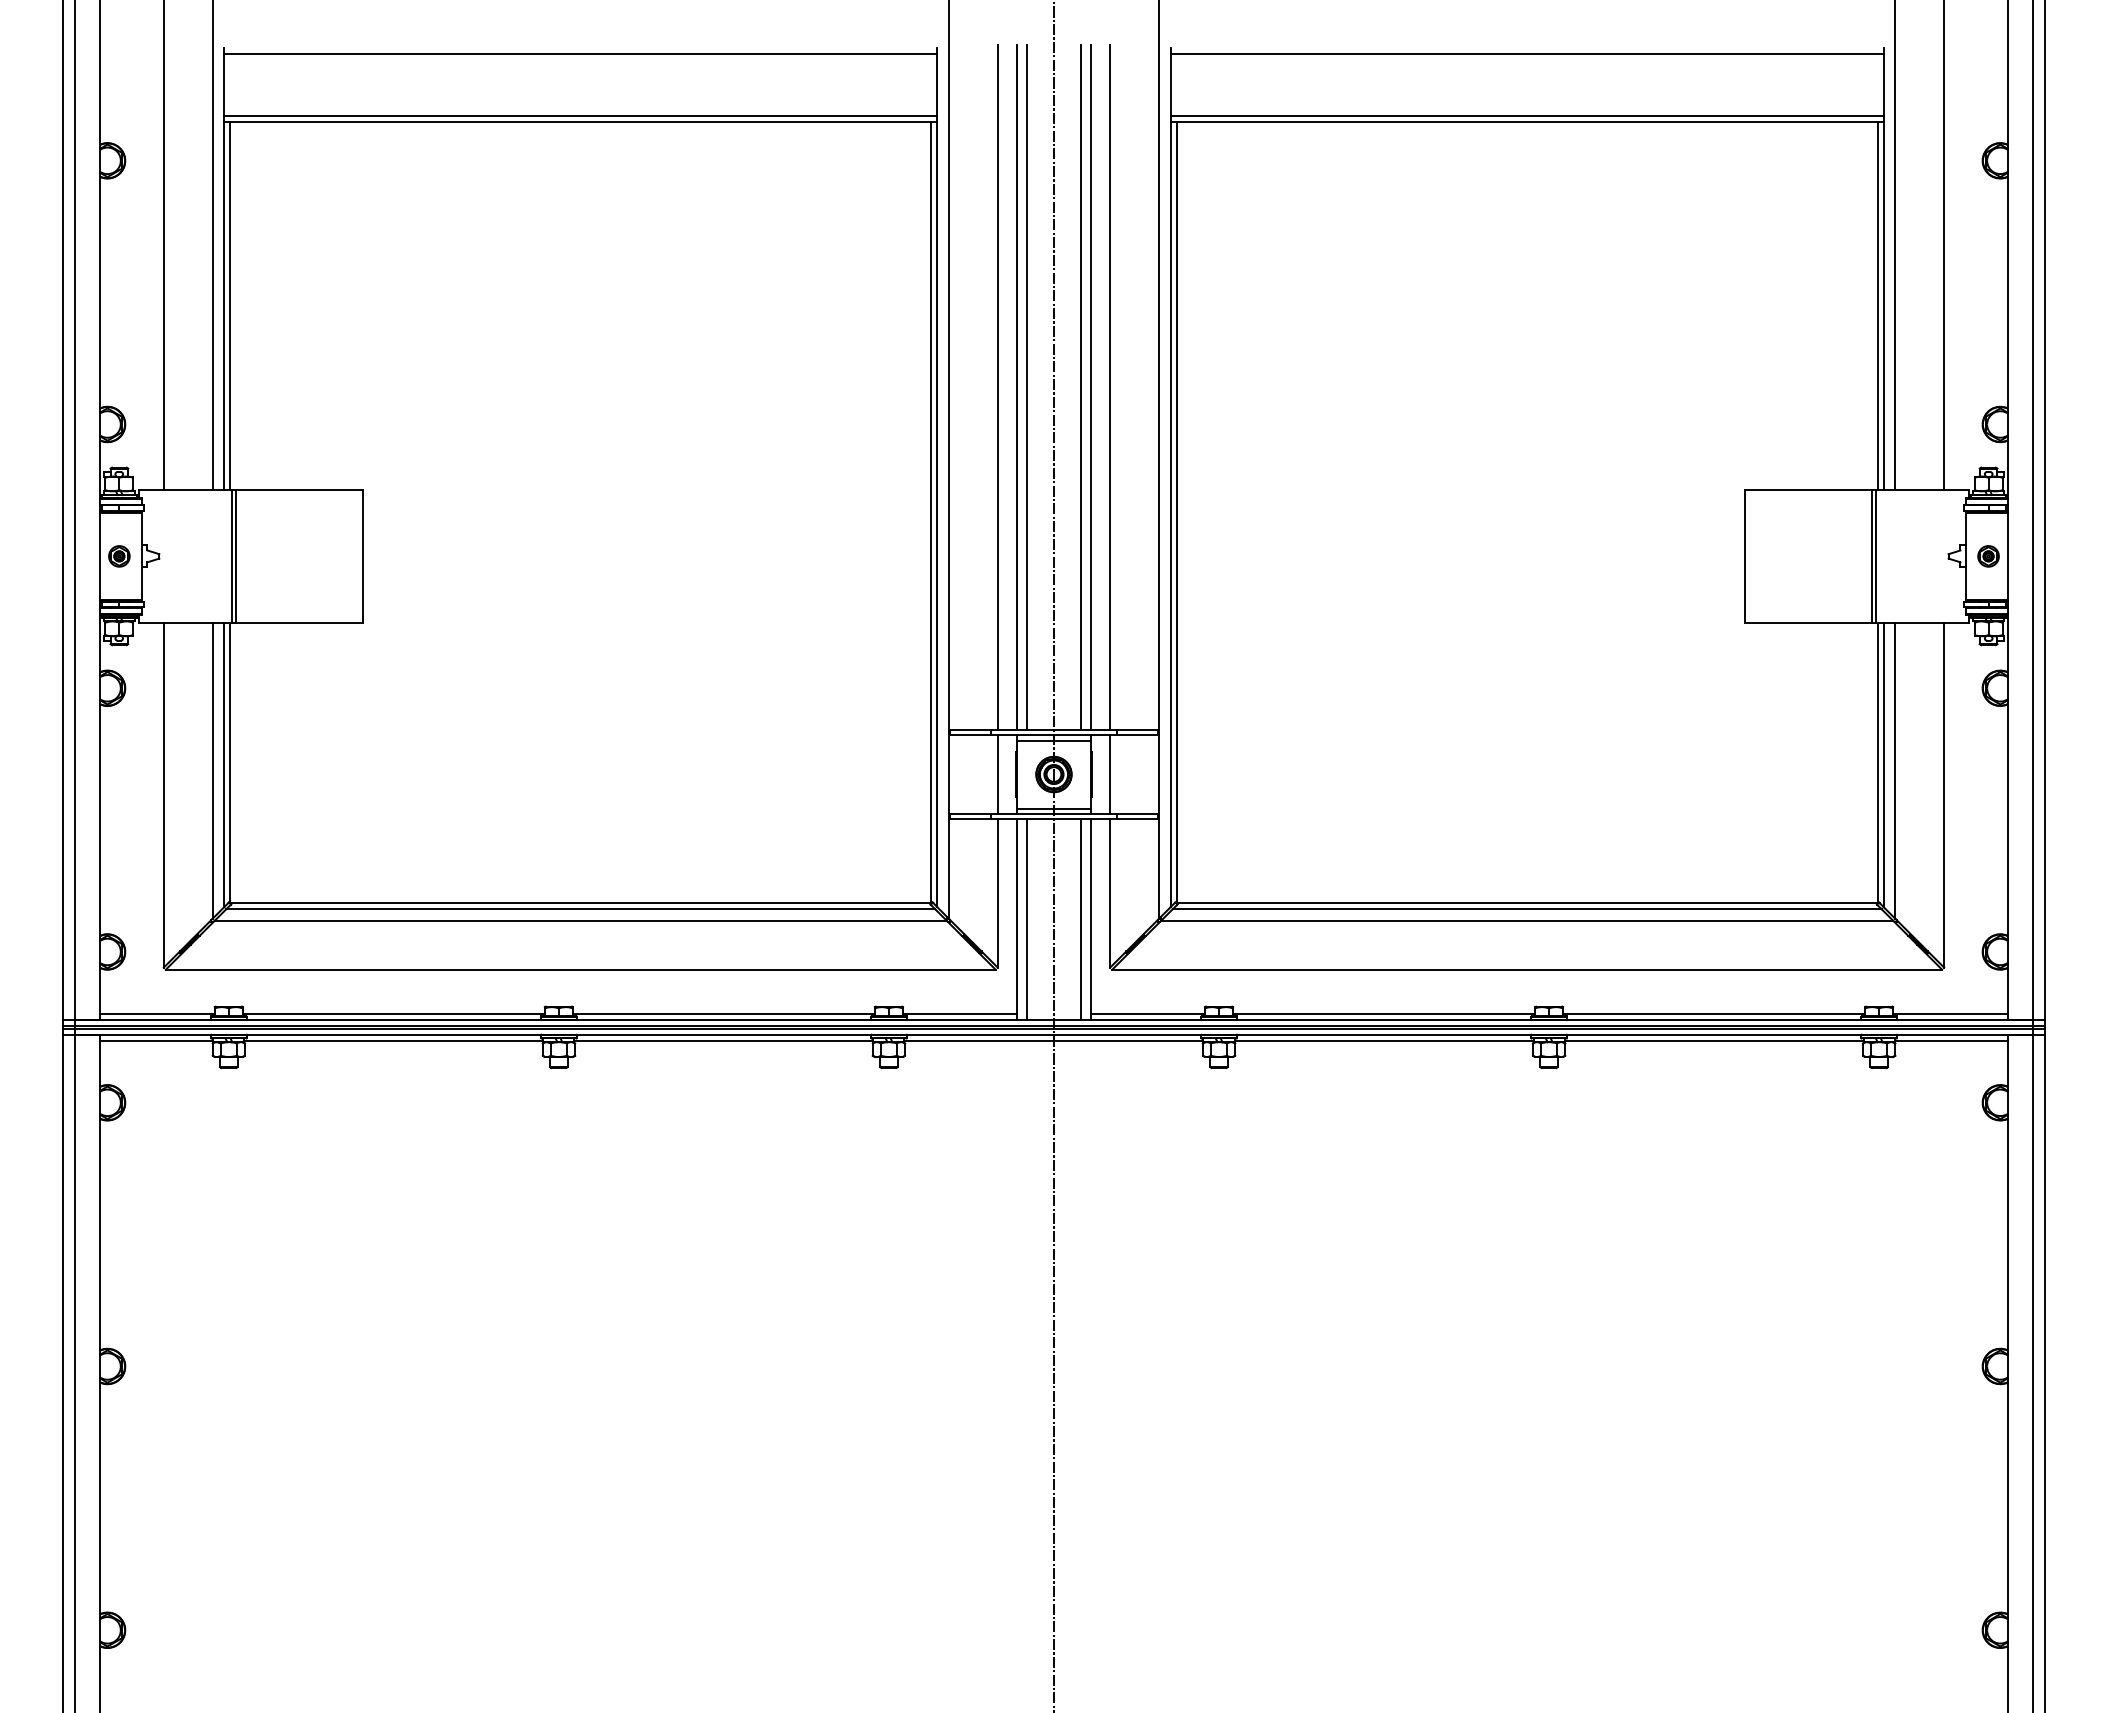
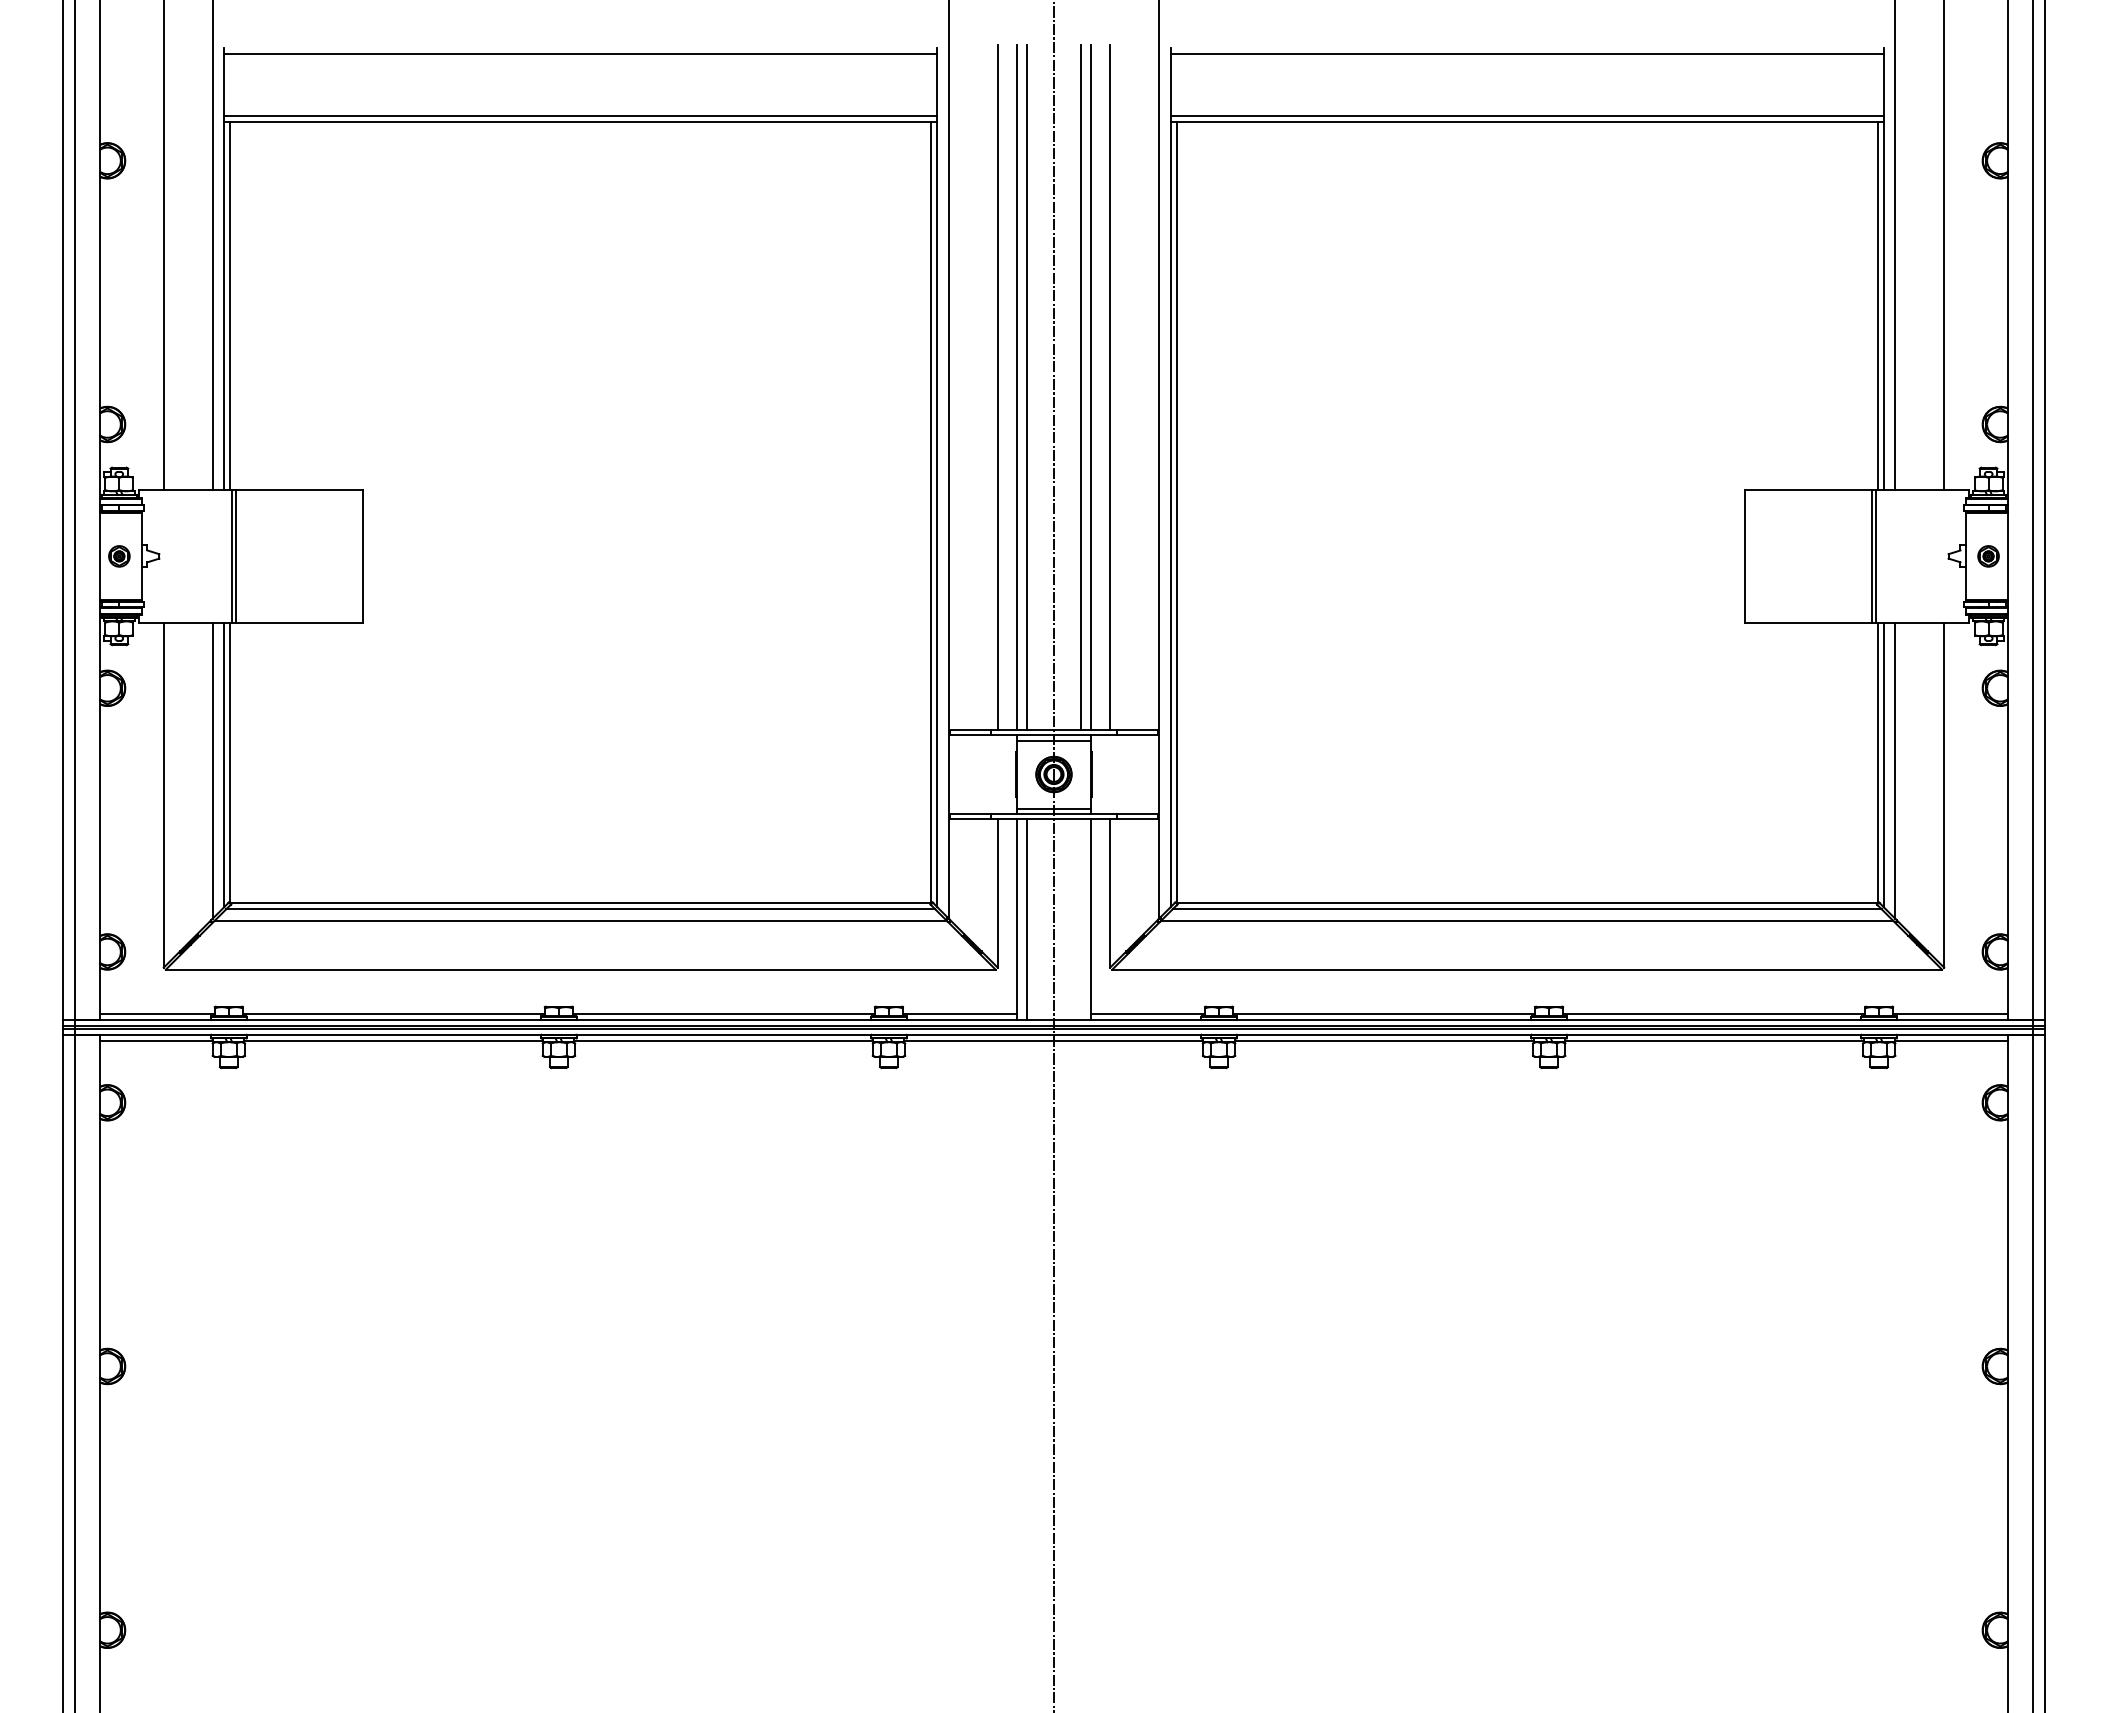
line at (997, 774): present -> none
line at (1110, 774): present -> none
line at (1080, 919): present -> none
